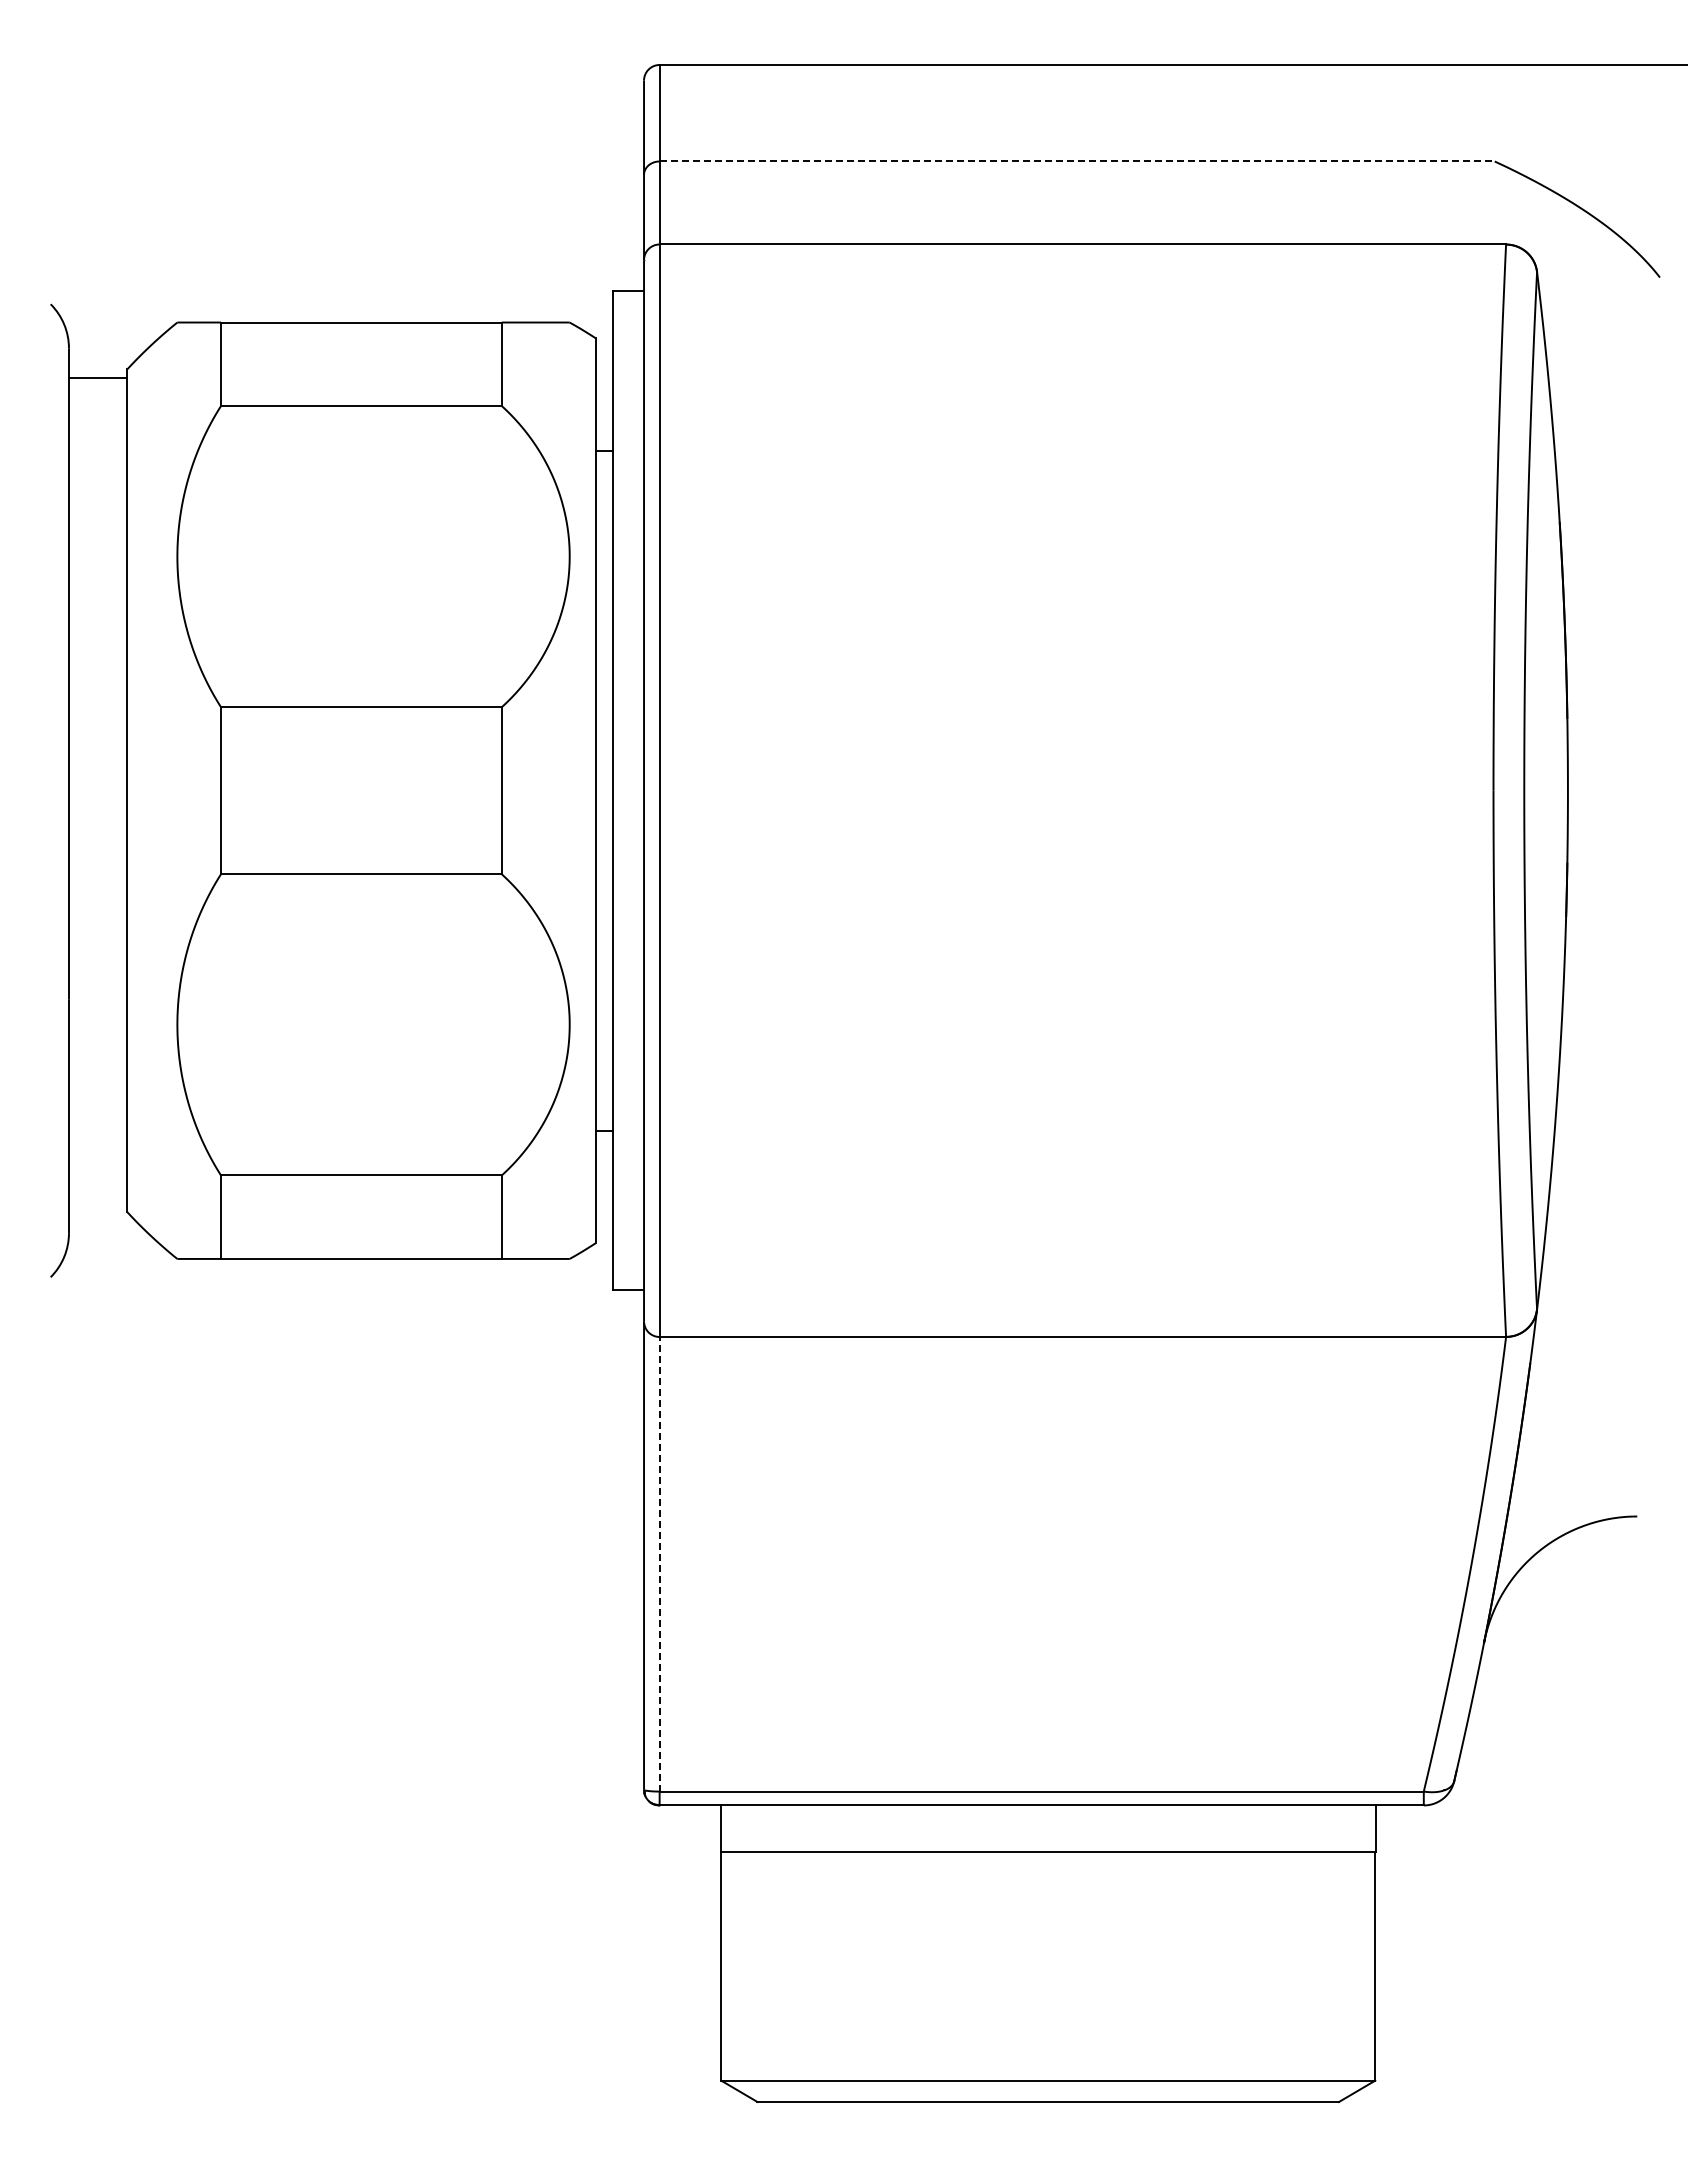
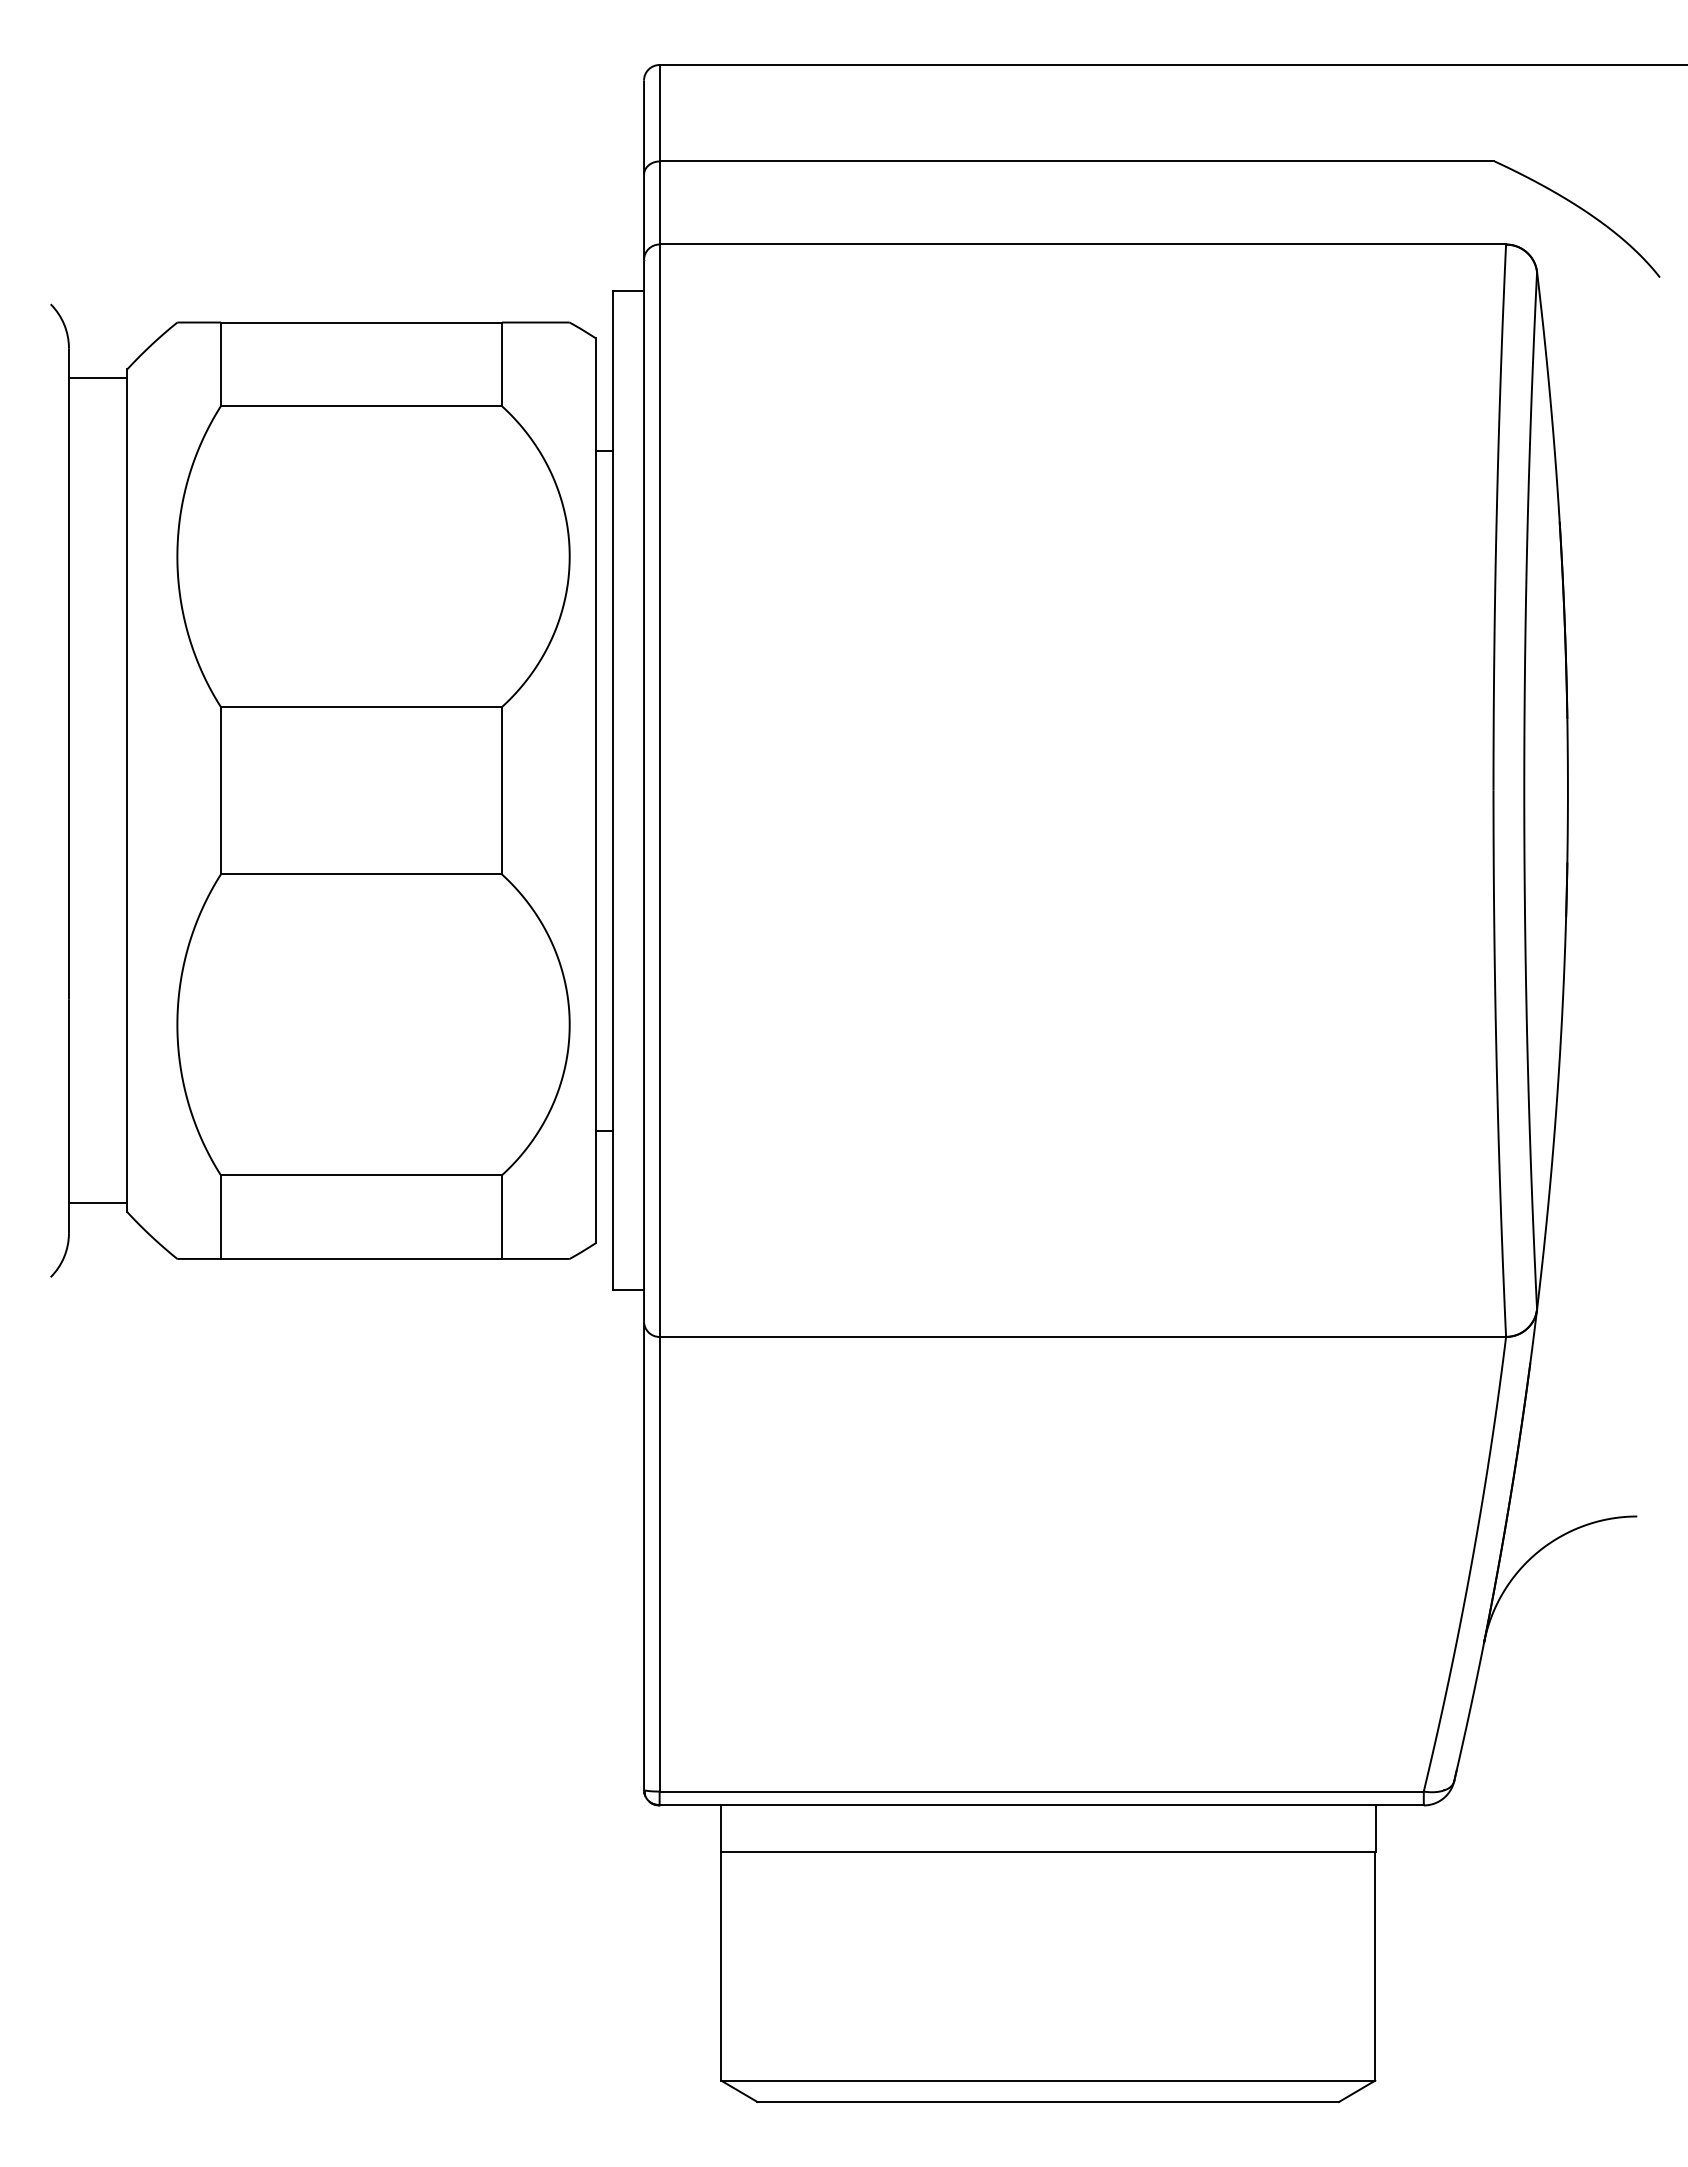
line at (1077, 161): dashed -> solid
line at (97, 1203): none -> present
line at (659, 1563): dashed -> solid
